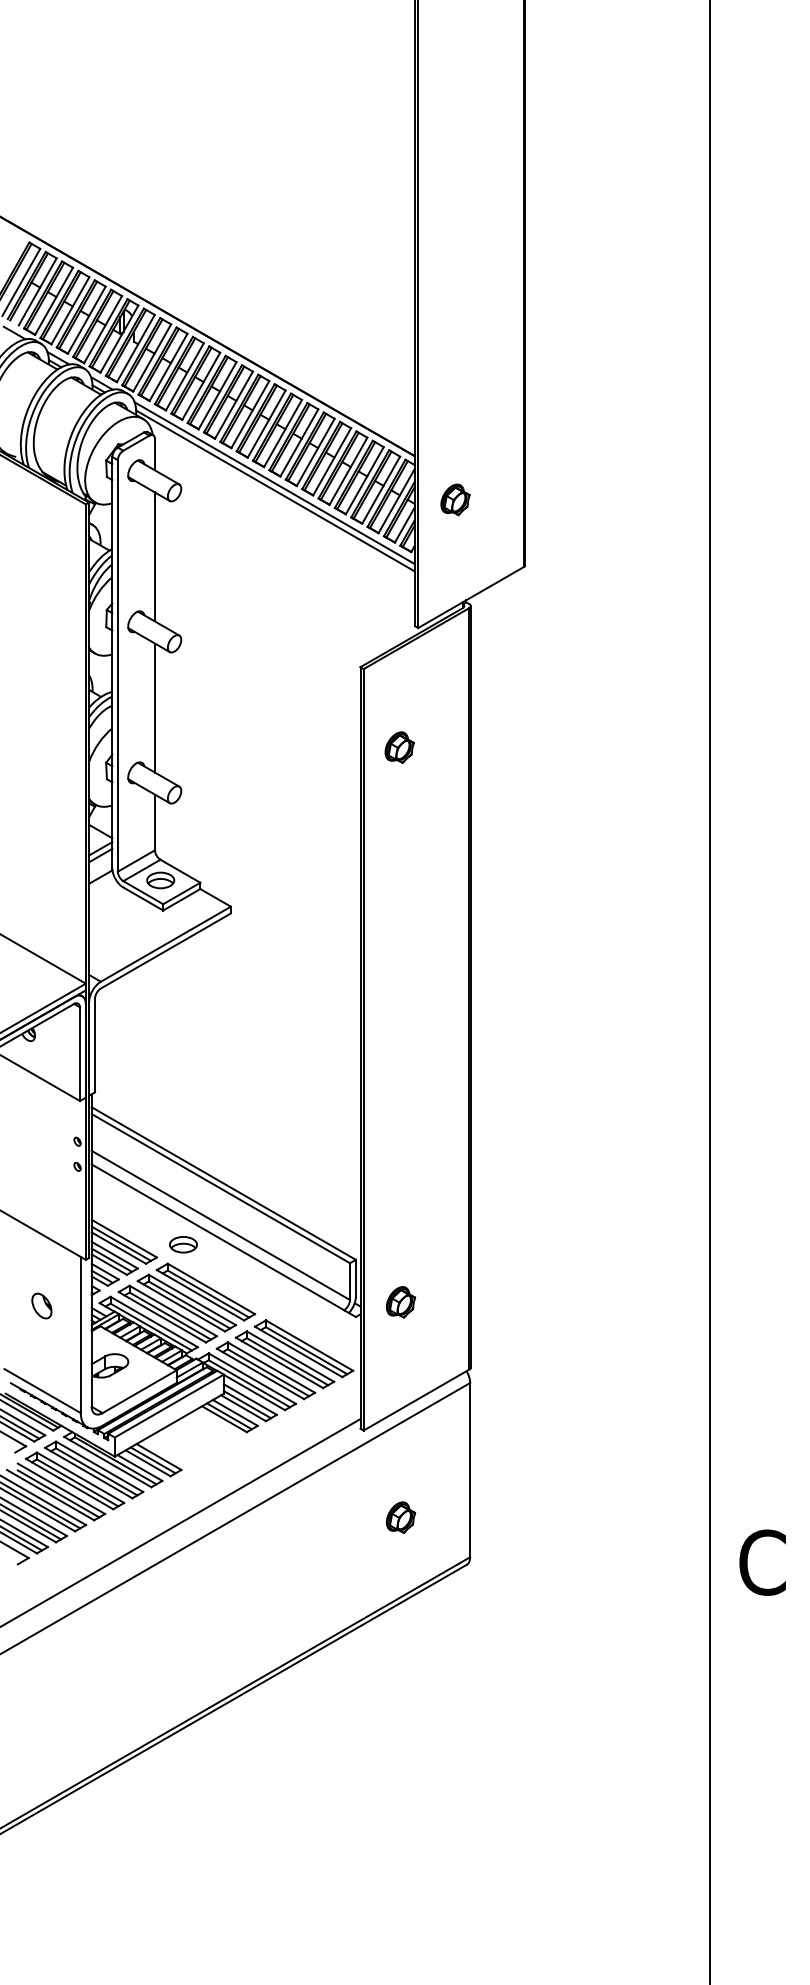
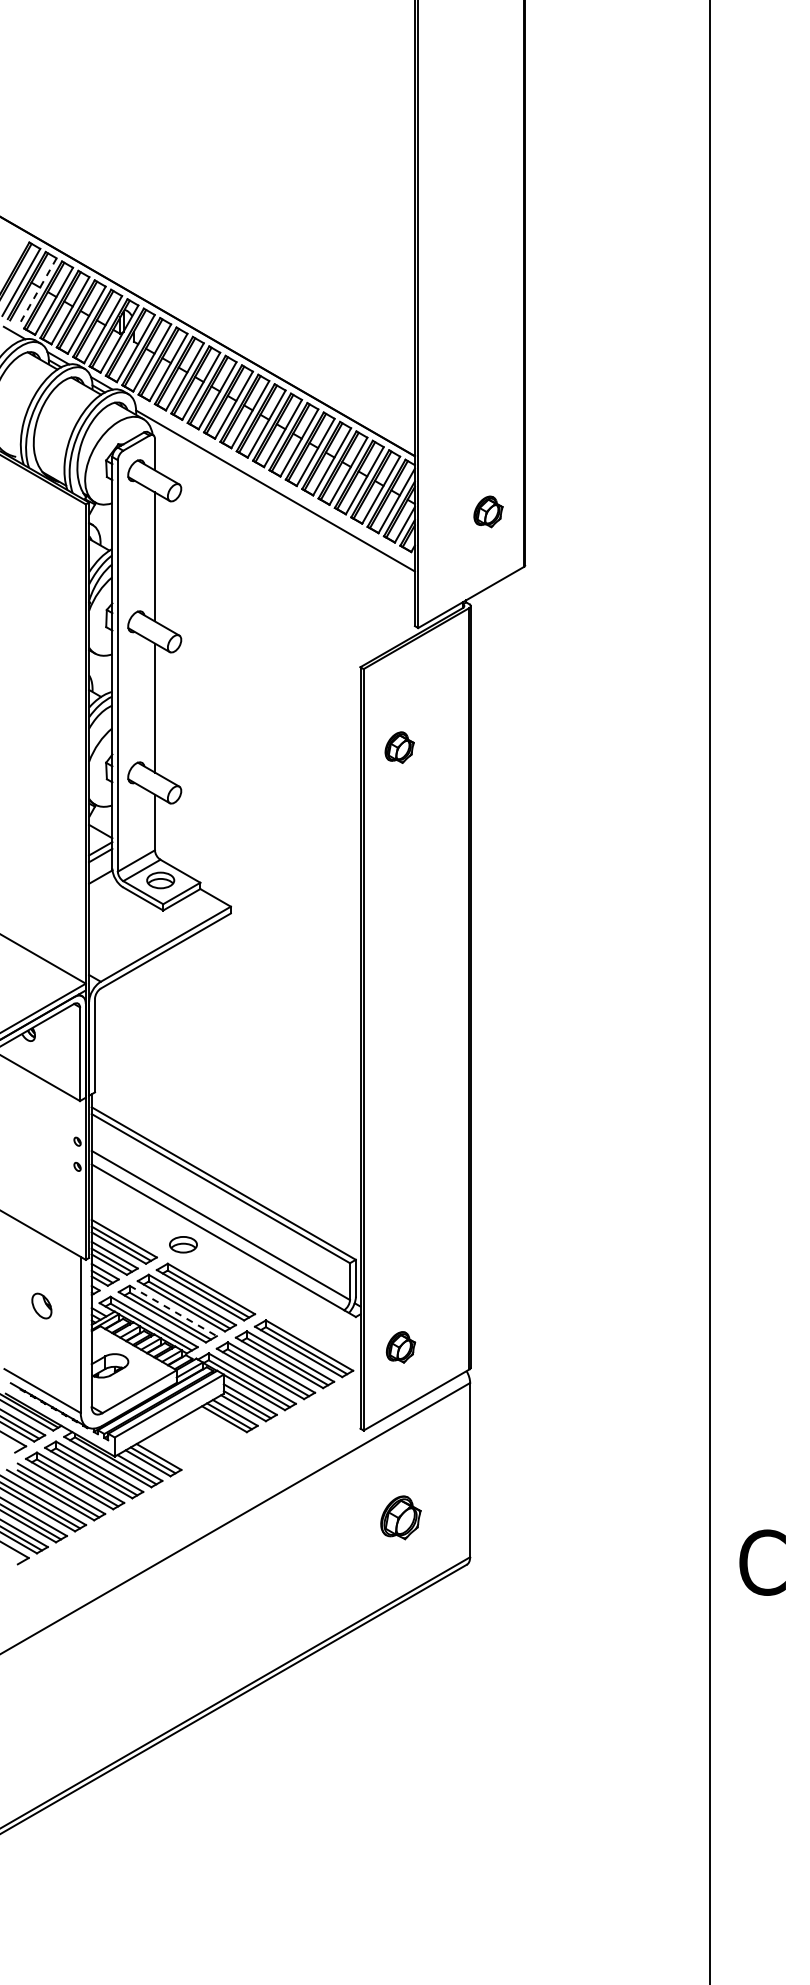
line at (37, 291): solid -> dashed
line at (274, 483): present -> none
part at (455, 499) position: (455, 499) -> (488, 511)
part at (400, 1302) position: (400, 1302) -> (400, 1347)
line at (173, 1311): solid -> dashed
part at (400, 1517) size: 32x33 px -> 42x46 px
line at (181, 1522): present -> none
